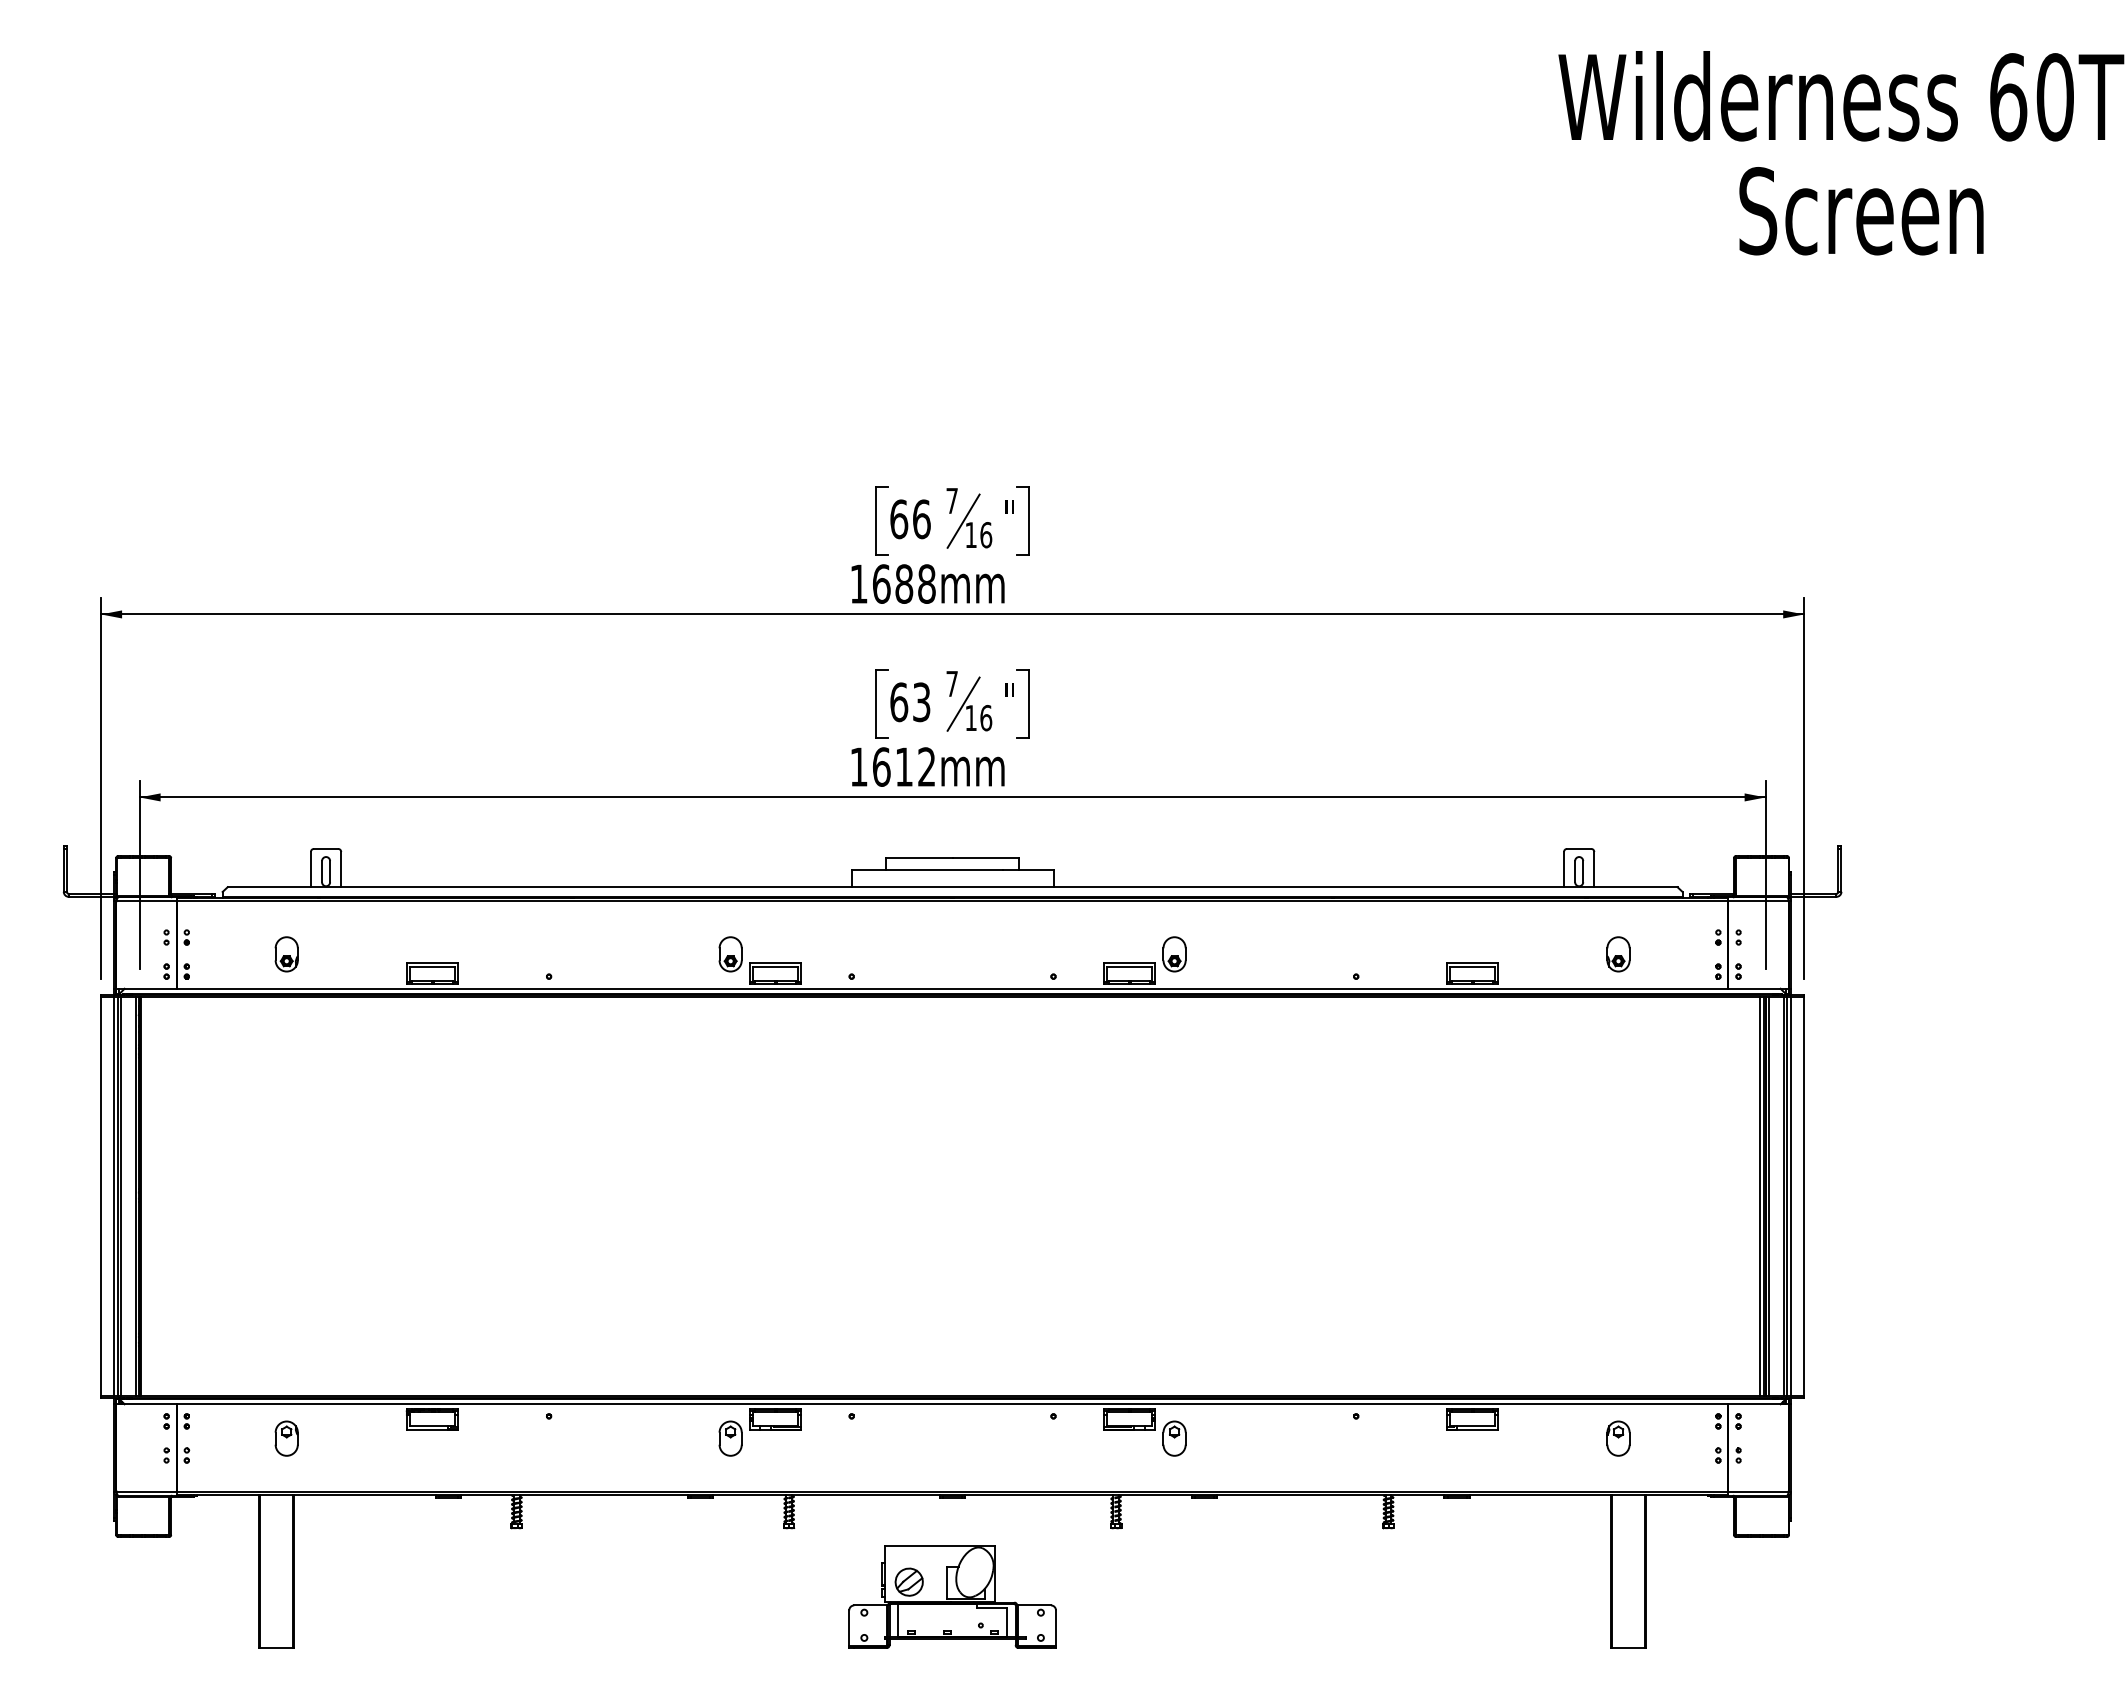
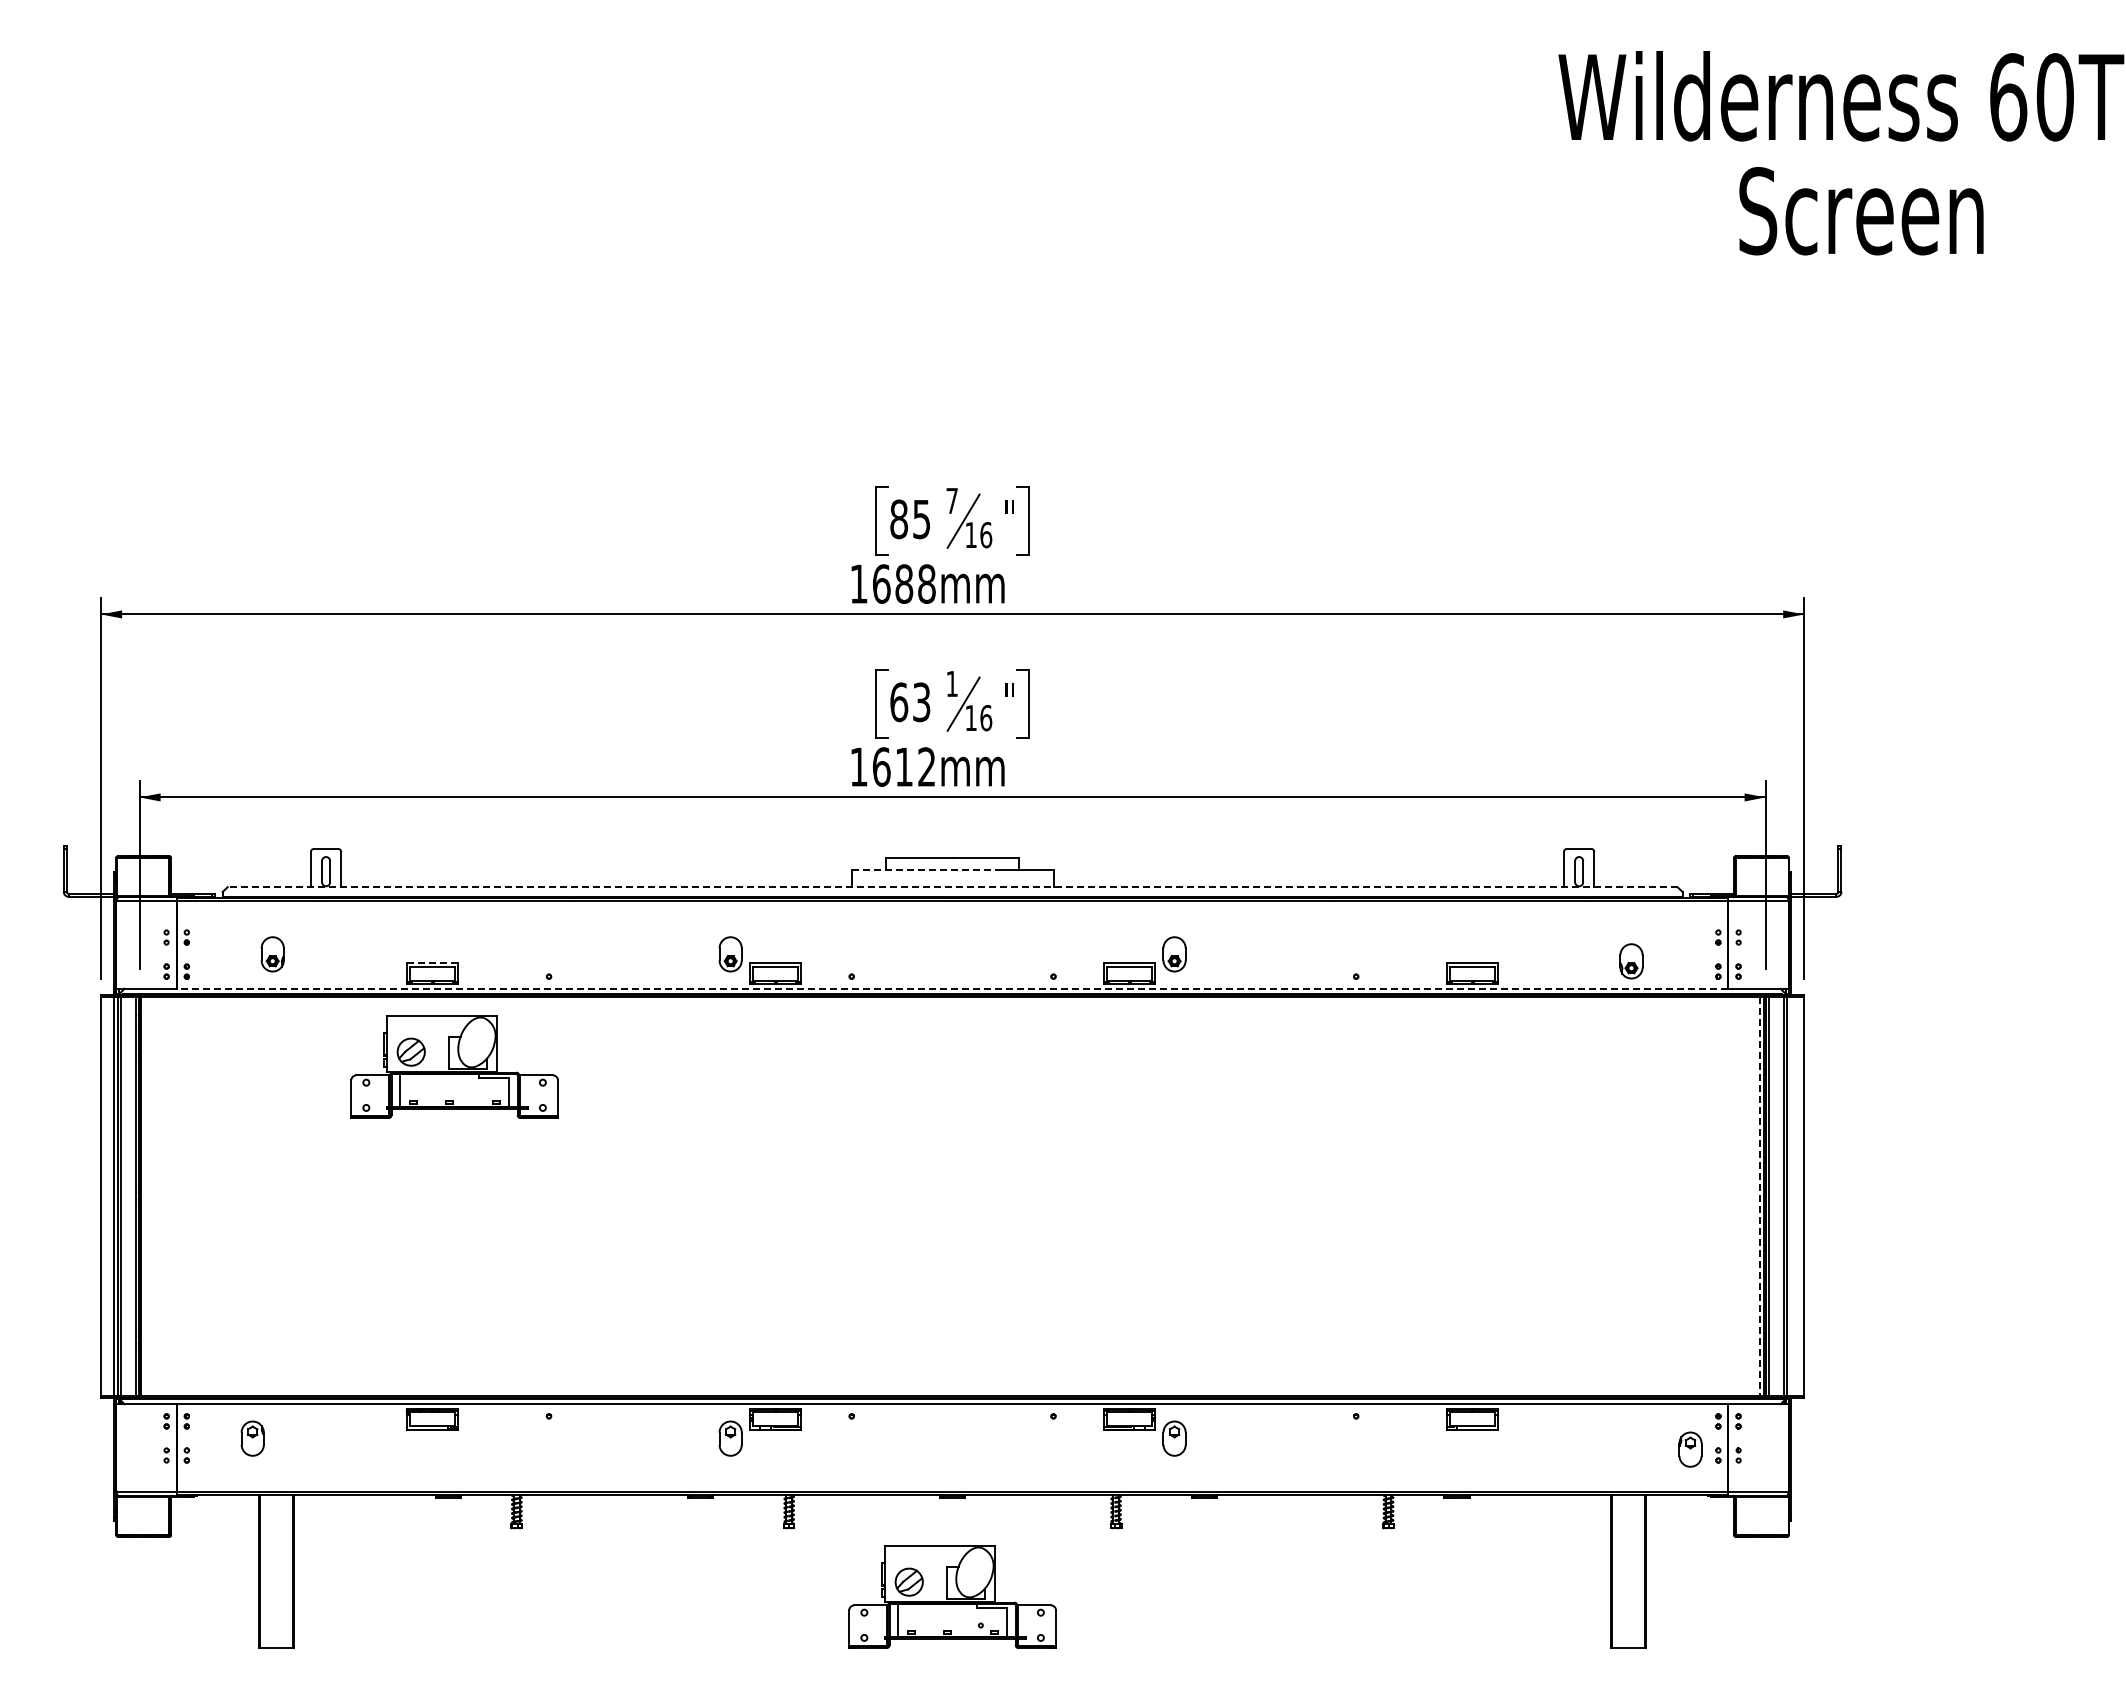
text at (910, 519): 66 -> 85
text at (951, 683): 7 -> 1
line at (927, 869): solid -> dashed
line at (952, 887): solid -> dashed
part at (286, 954) position: (286, 954) -> (272, 954)
part at (1618, 954) position: (1618, 954) -> (1631, 961)
line at (432, 962): solid -> dashed
line at (952, 988): solid -> dashed
part at (454, 1066): none -> present
line at (1791, 1196): present -> none
line at (1759, 1197): solid -> dashed
part at (286, 1438) position: (286, 1438) -> (252, 1438)
part at (1618, 1438) position: (1618, 1438) -> (1690, 1449)
